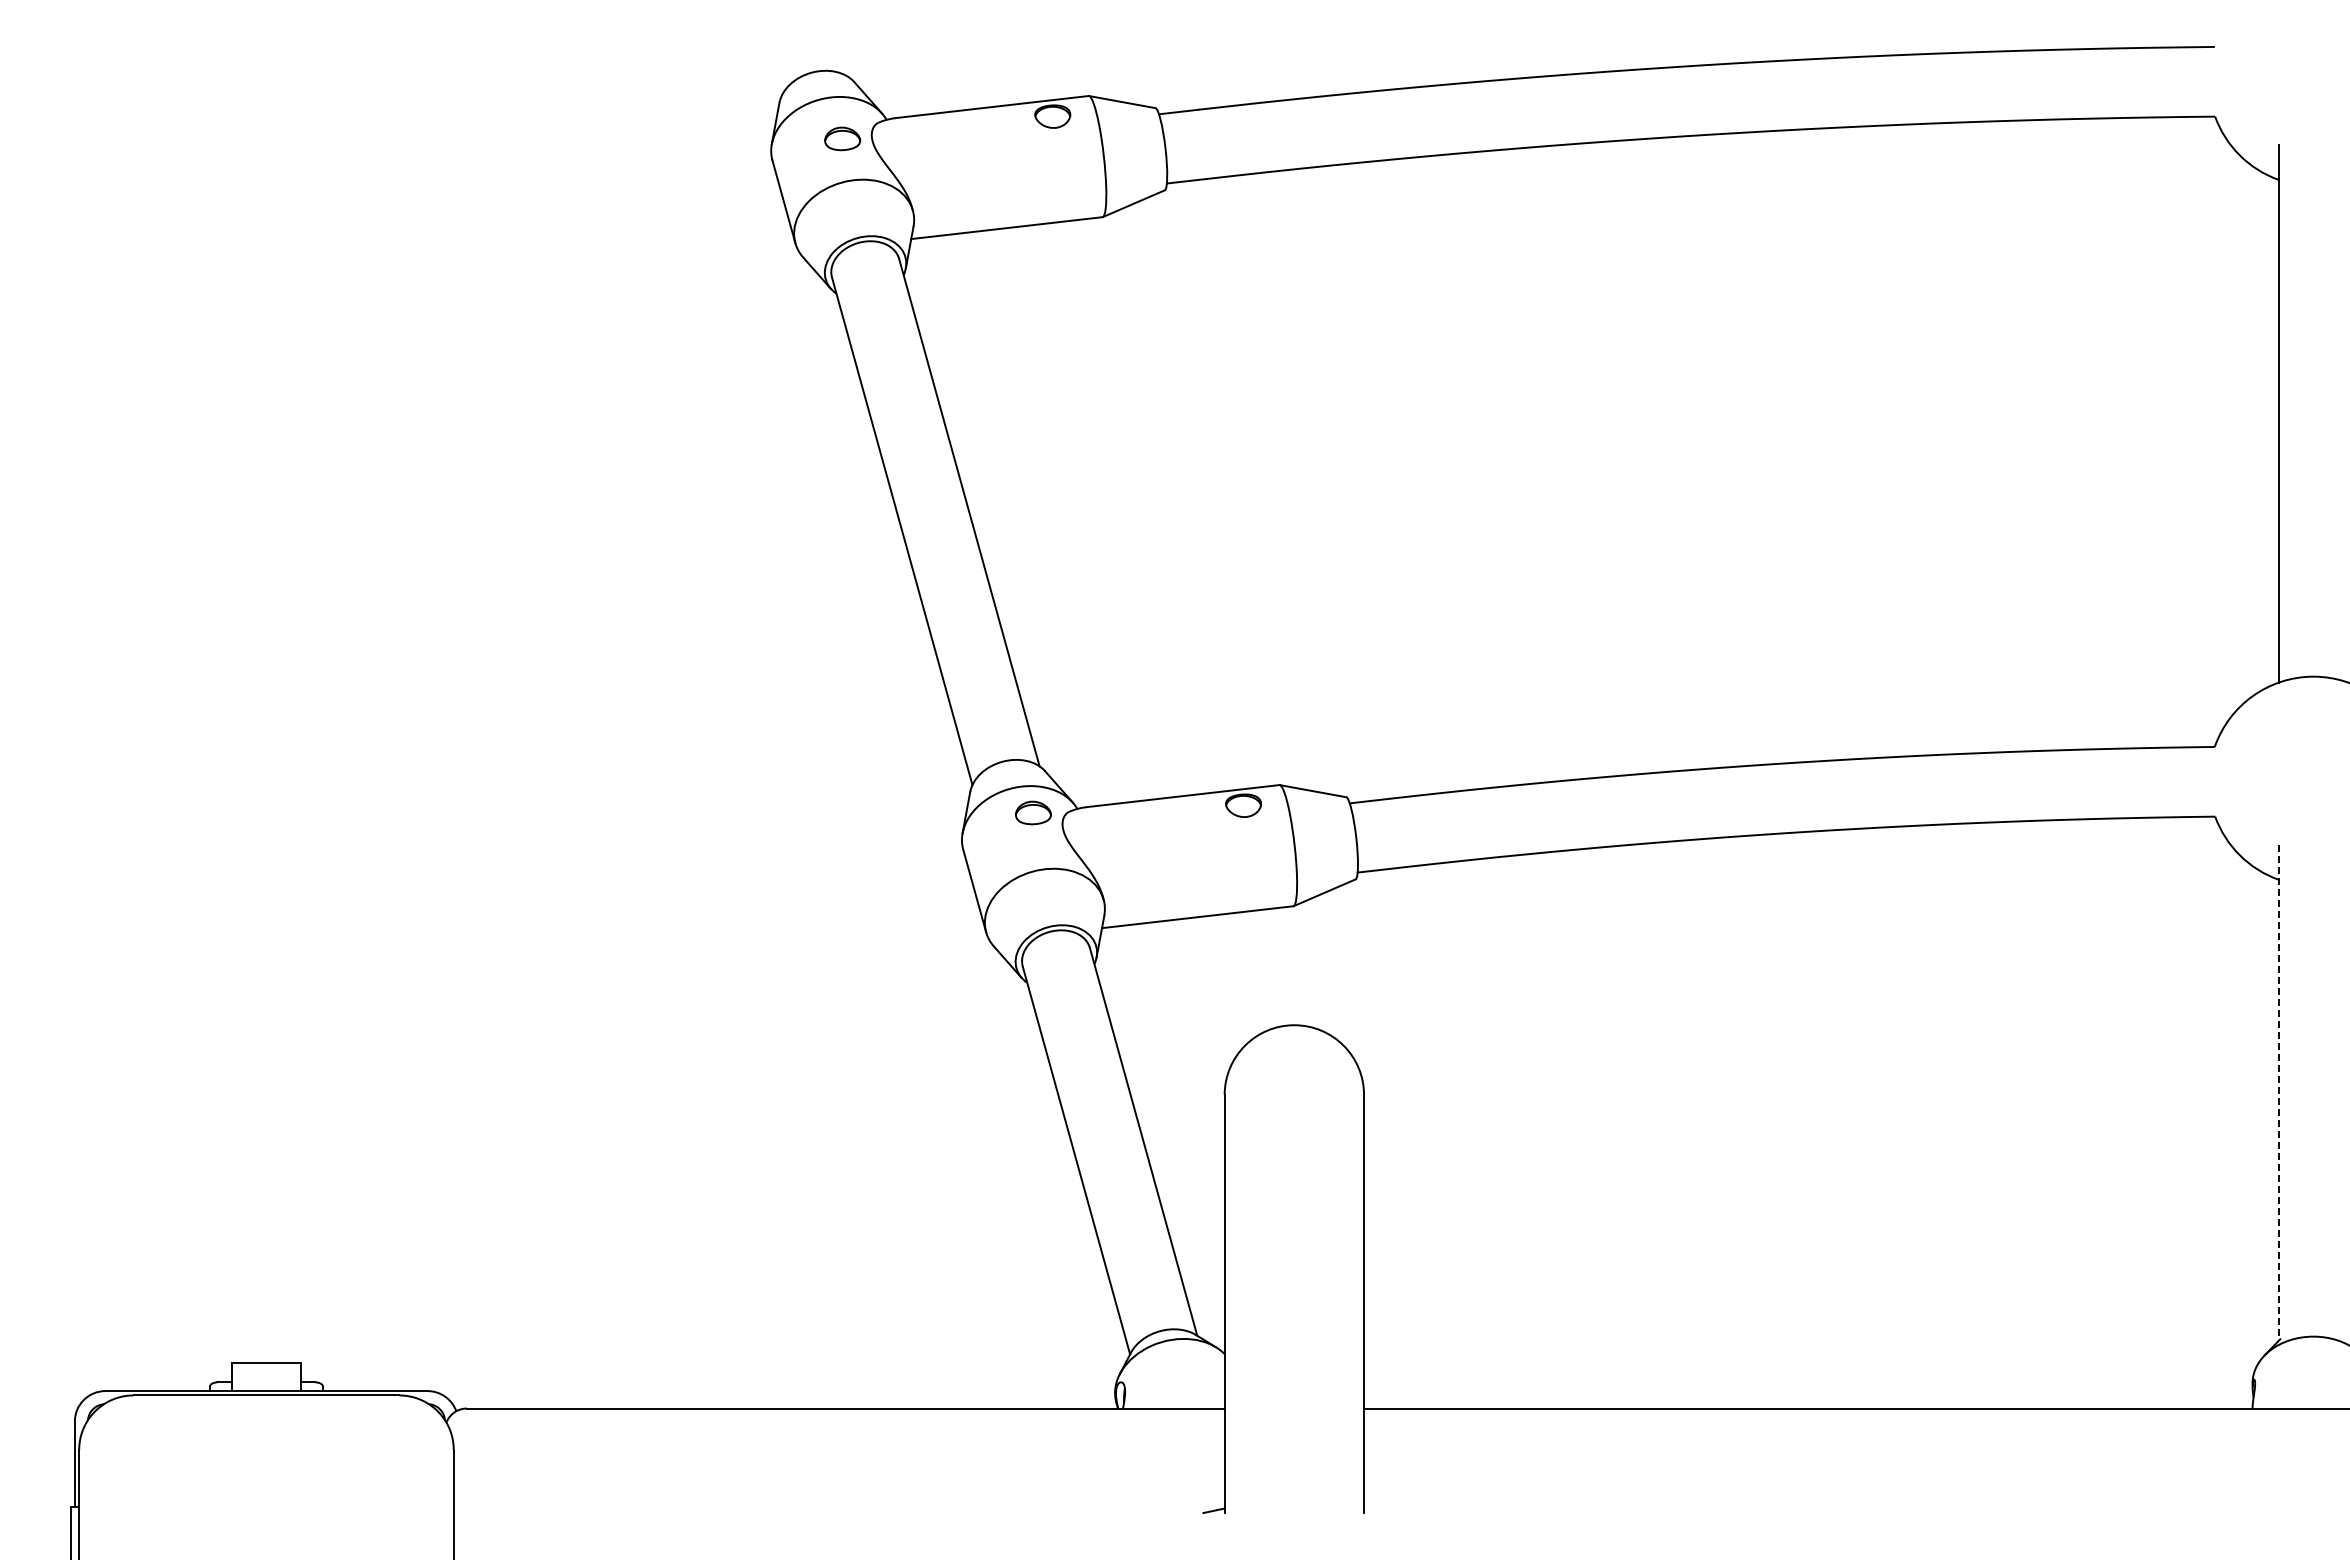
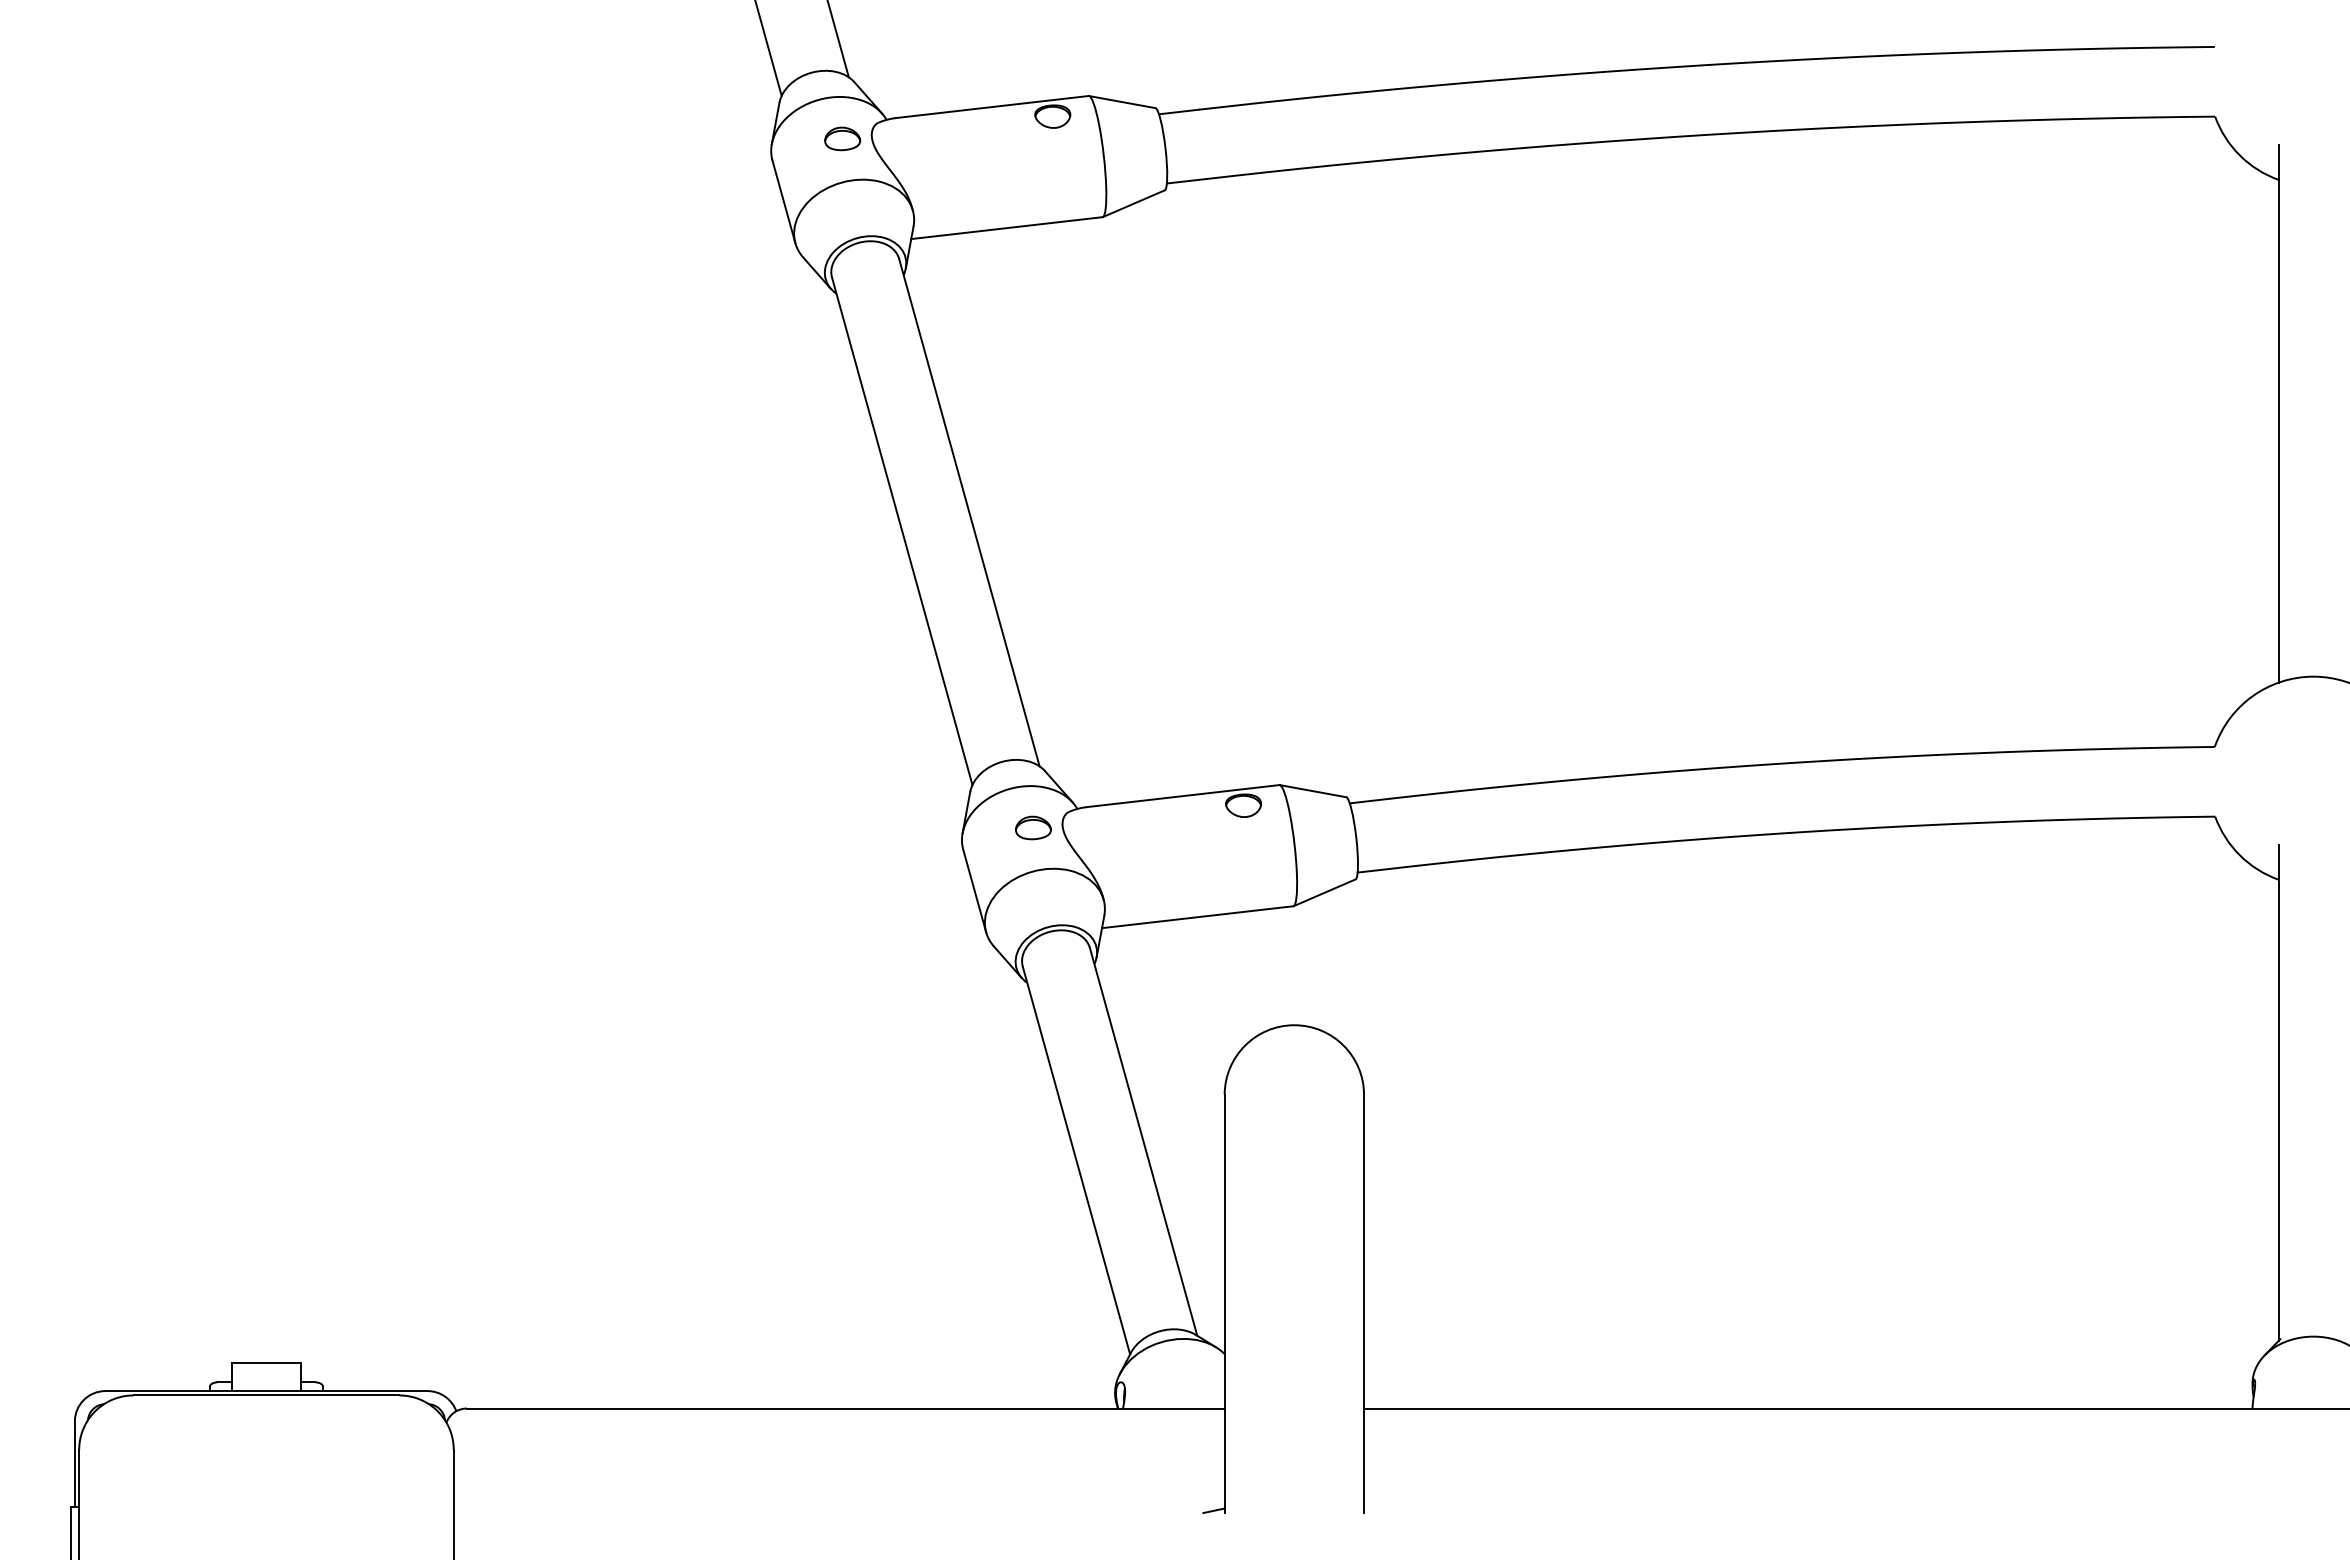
line at (838, 39): none -> present
line at (768, 48): none -> present
part at (1033, 812) position: (1033, 812) -> (1033, 827)
line at (2278, 1093): dashed -> solid
